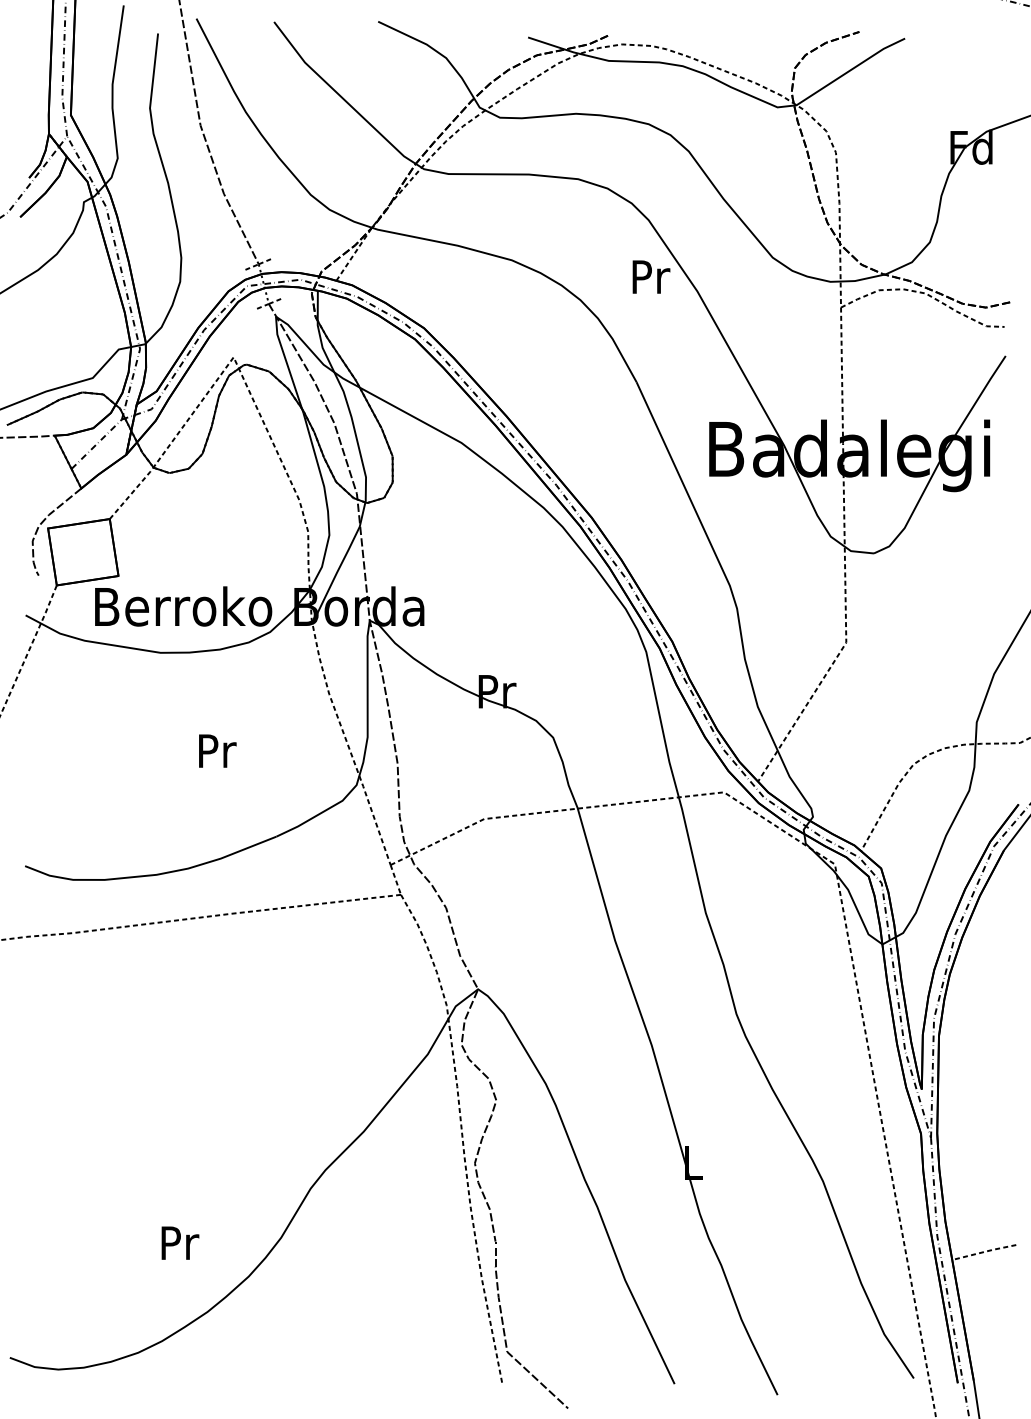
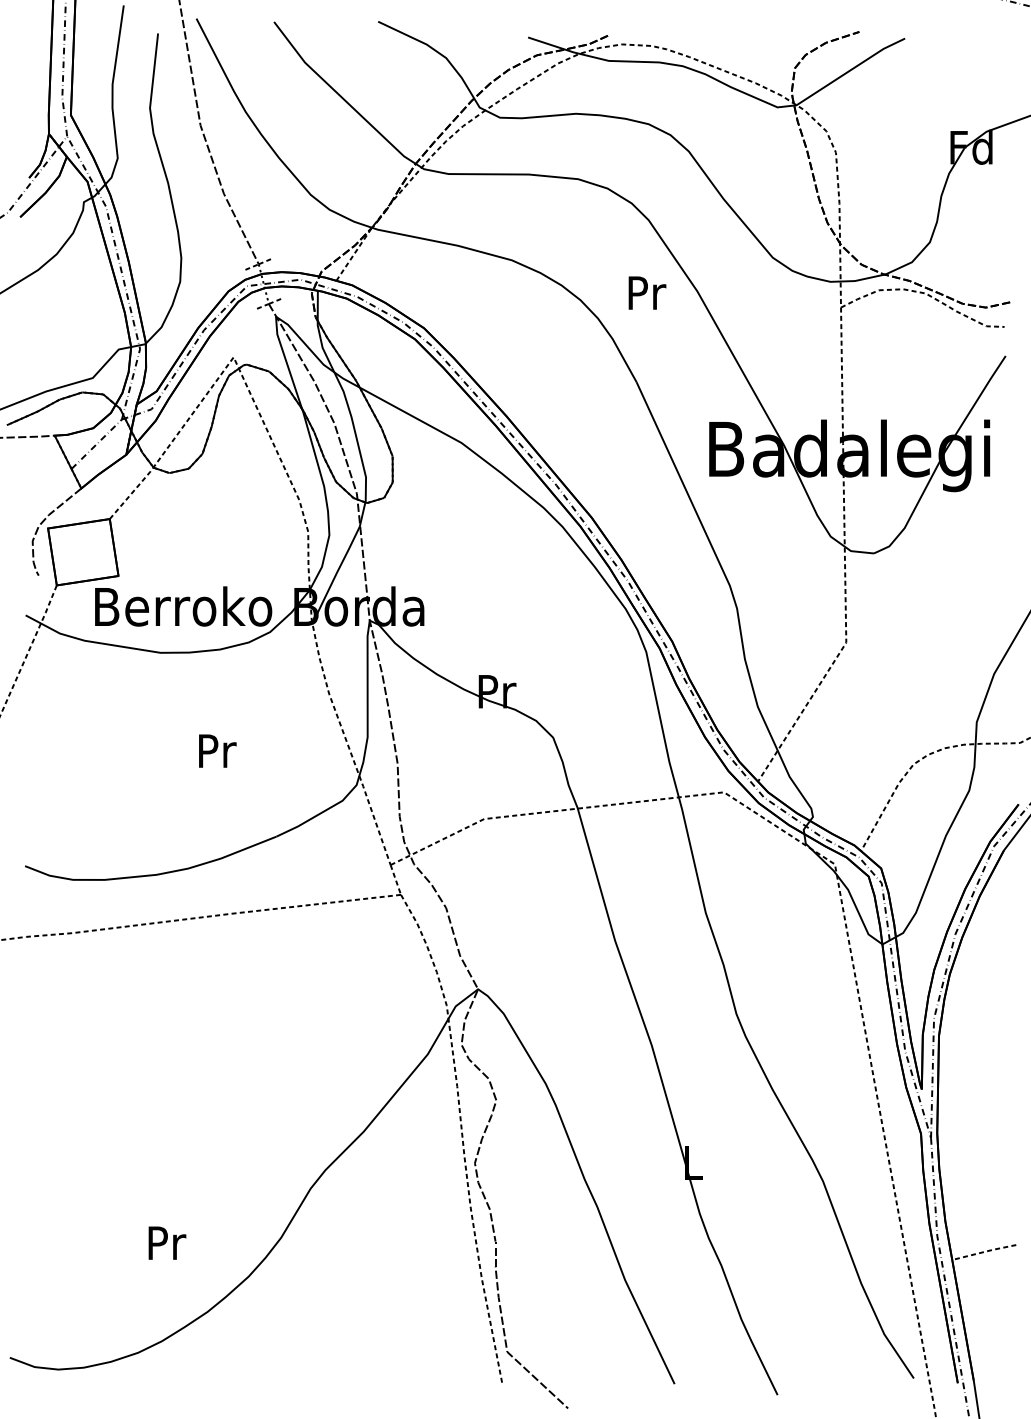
text at (651, 276) position: (651, 276) -> (647, 292)
text at (180, 1242) position: (180, 1242) -> (167, 1242)
